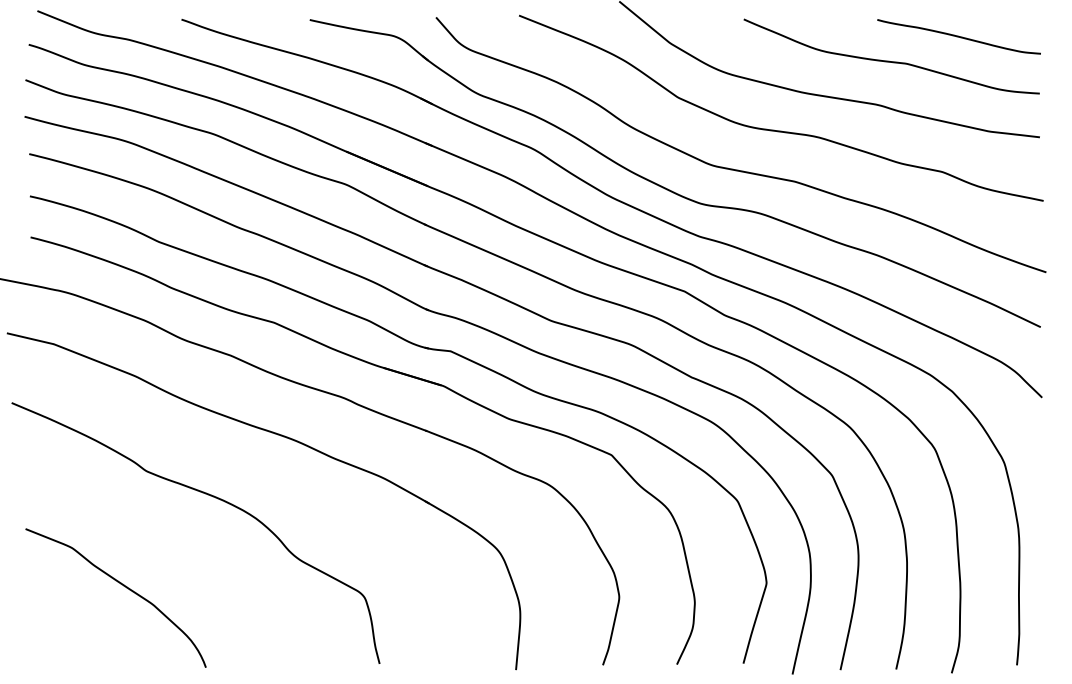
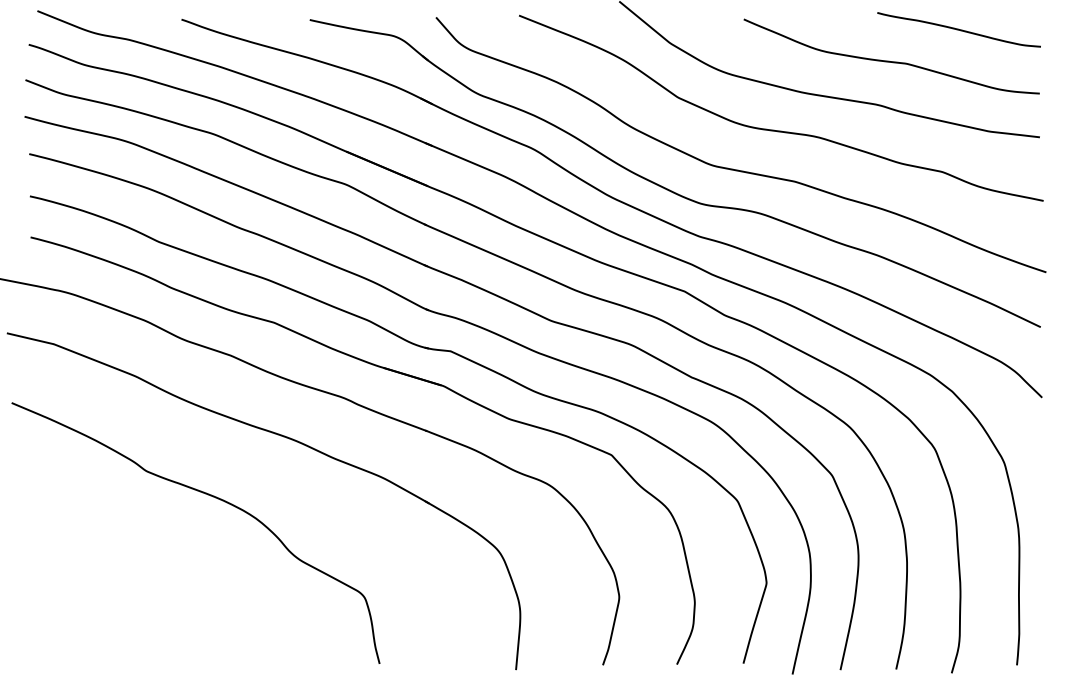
curve at (958, 36) position: (958, 36) -> (958, 29)
curve at (123, 586): present -> none
